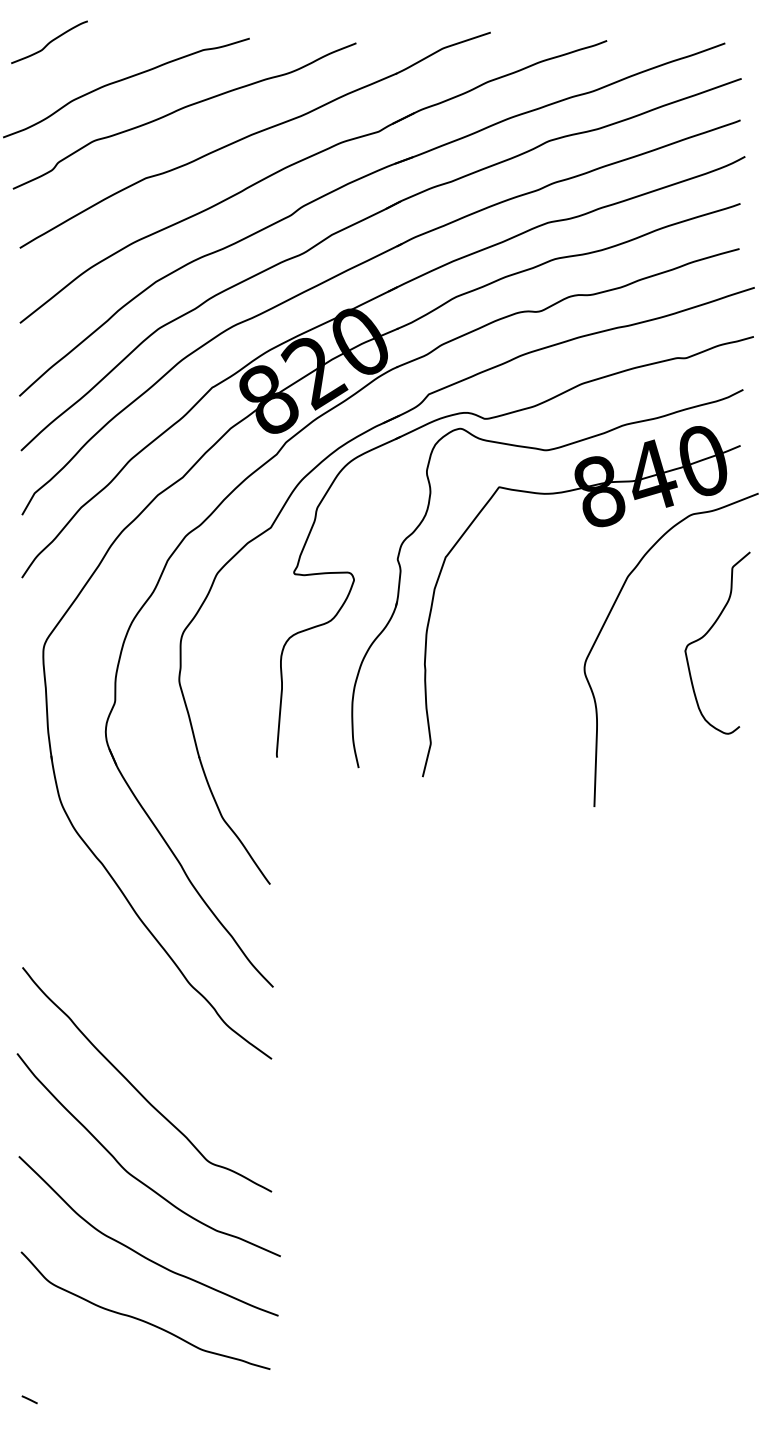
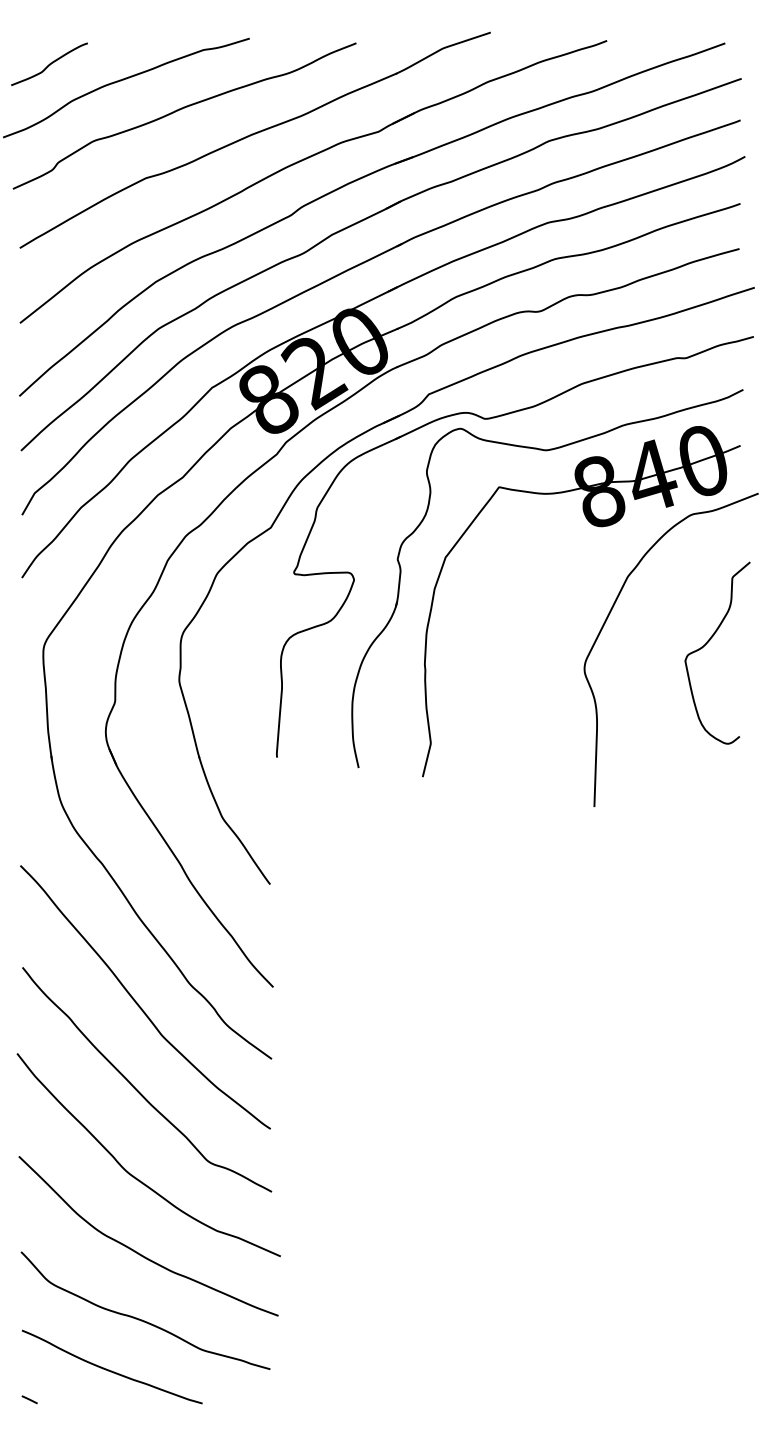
curve at (49, 42) position: (49, 42) -> (49, 64)
curve at (708, 632) position: (708, 632) -> (708, 642)
curve at (138, 1003): none -> present
curve at (109, 1369): none -> present
